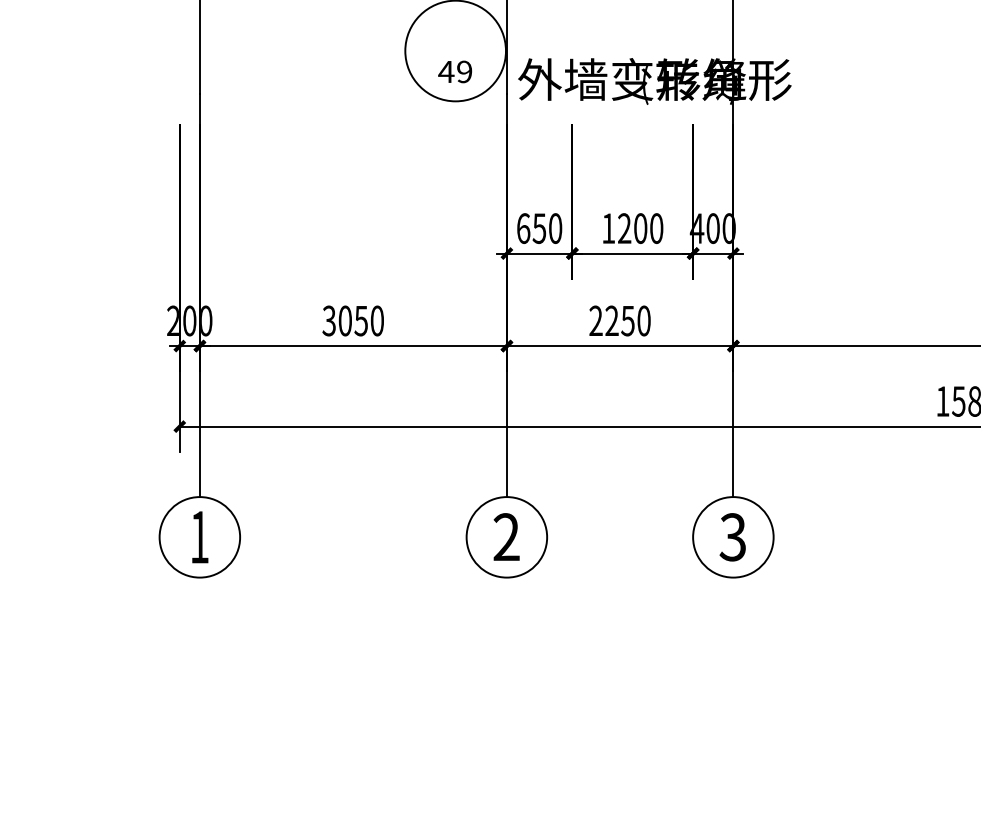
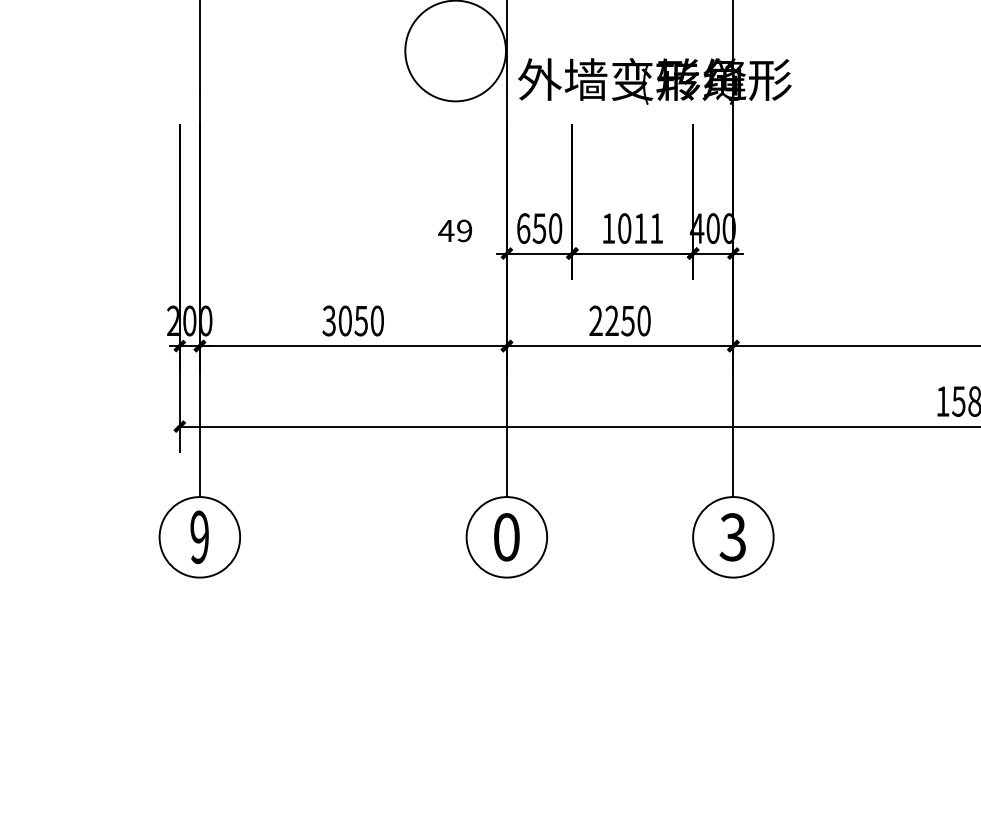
text at (454, 71) position: (454, 71) -> (454, 230)
text at (640, 228): 1200 -> 1011
text at (199, 537): 1 -> 9
text at (506, 537): 2 -> 0
